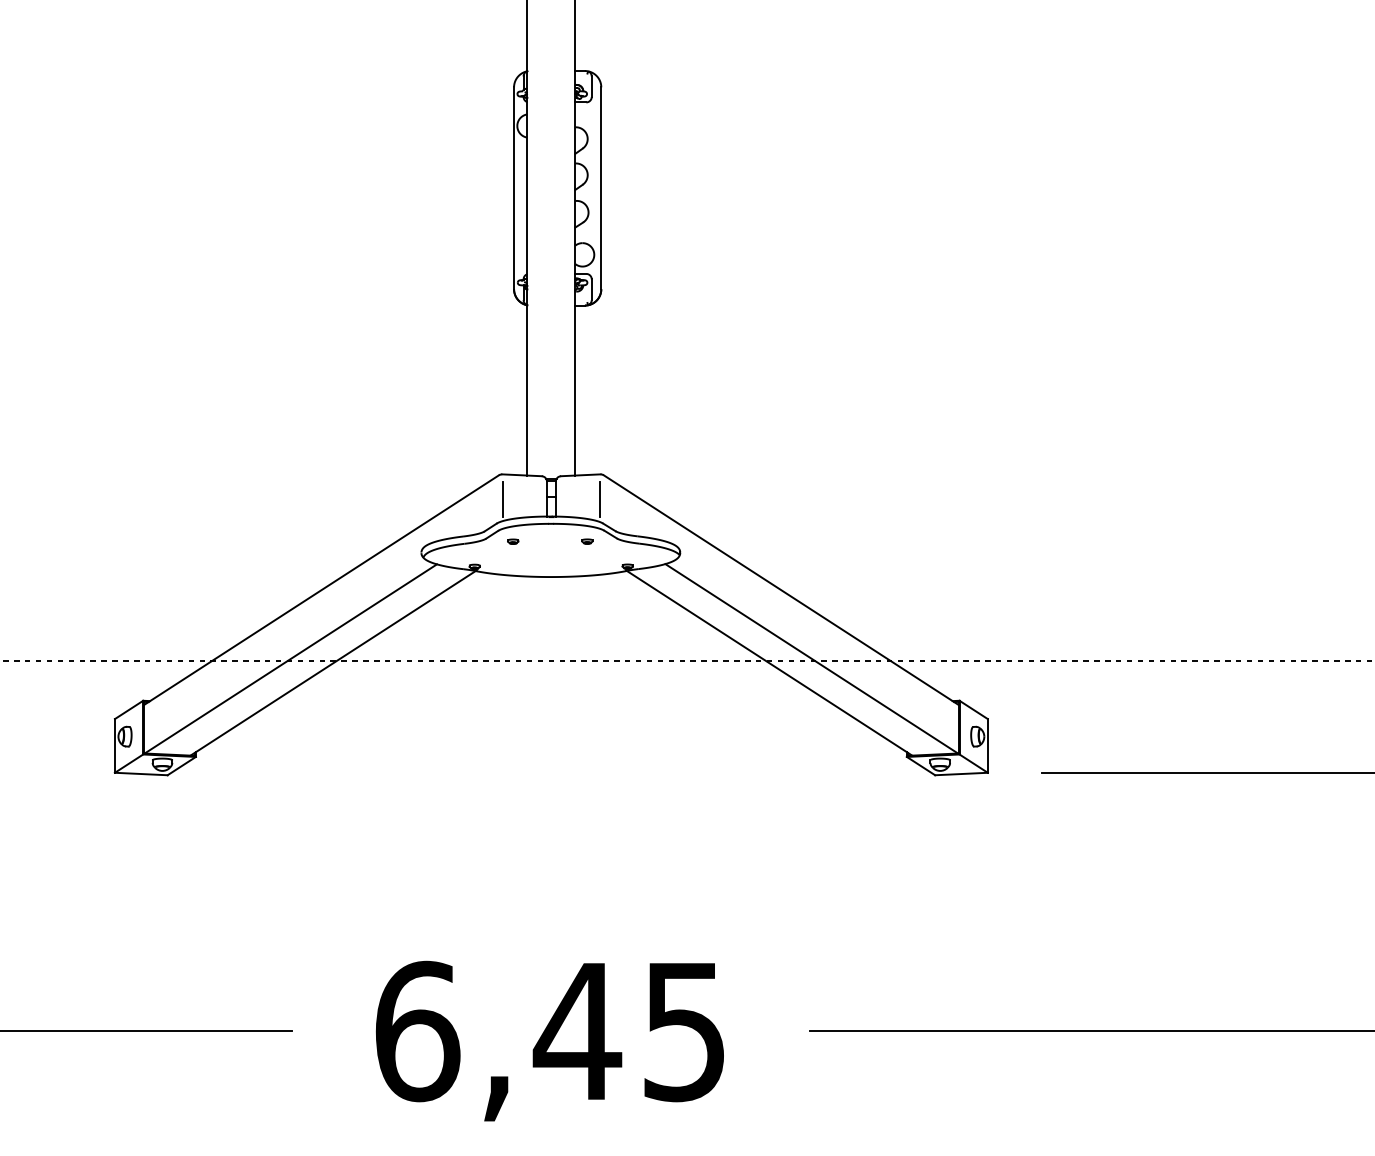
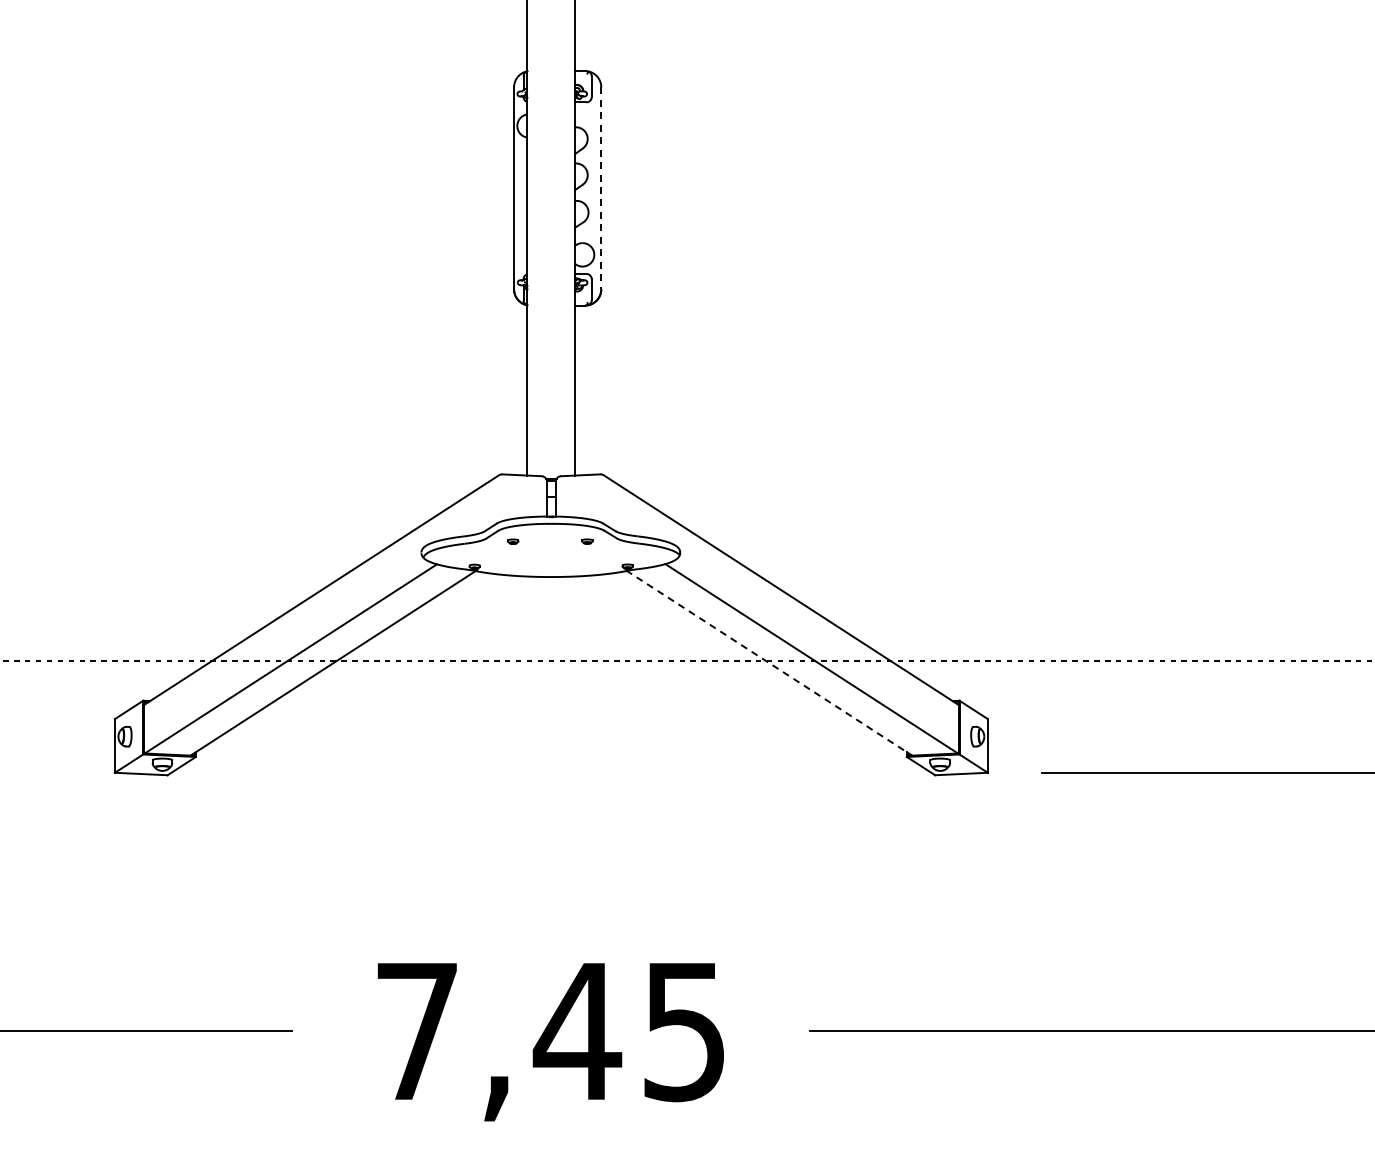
line at (601, 188): solid -> dashed
line at (502, 499): present -> none
line at (599, 499): present -> none
line at (769, 663): solid -> dashed
text at (417, 1031): 6,45 -> 7,45
